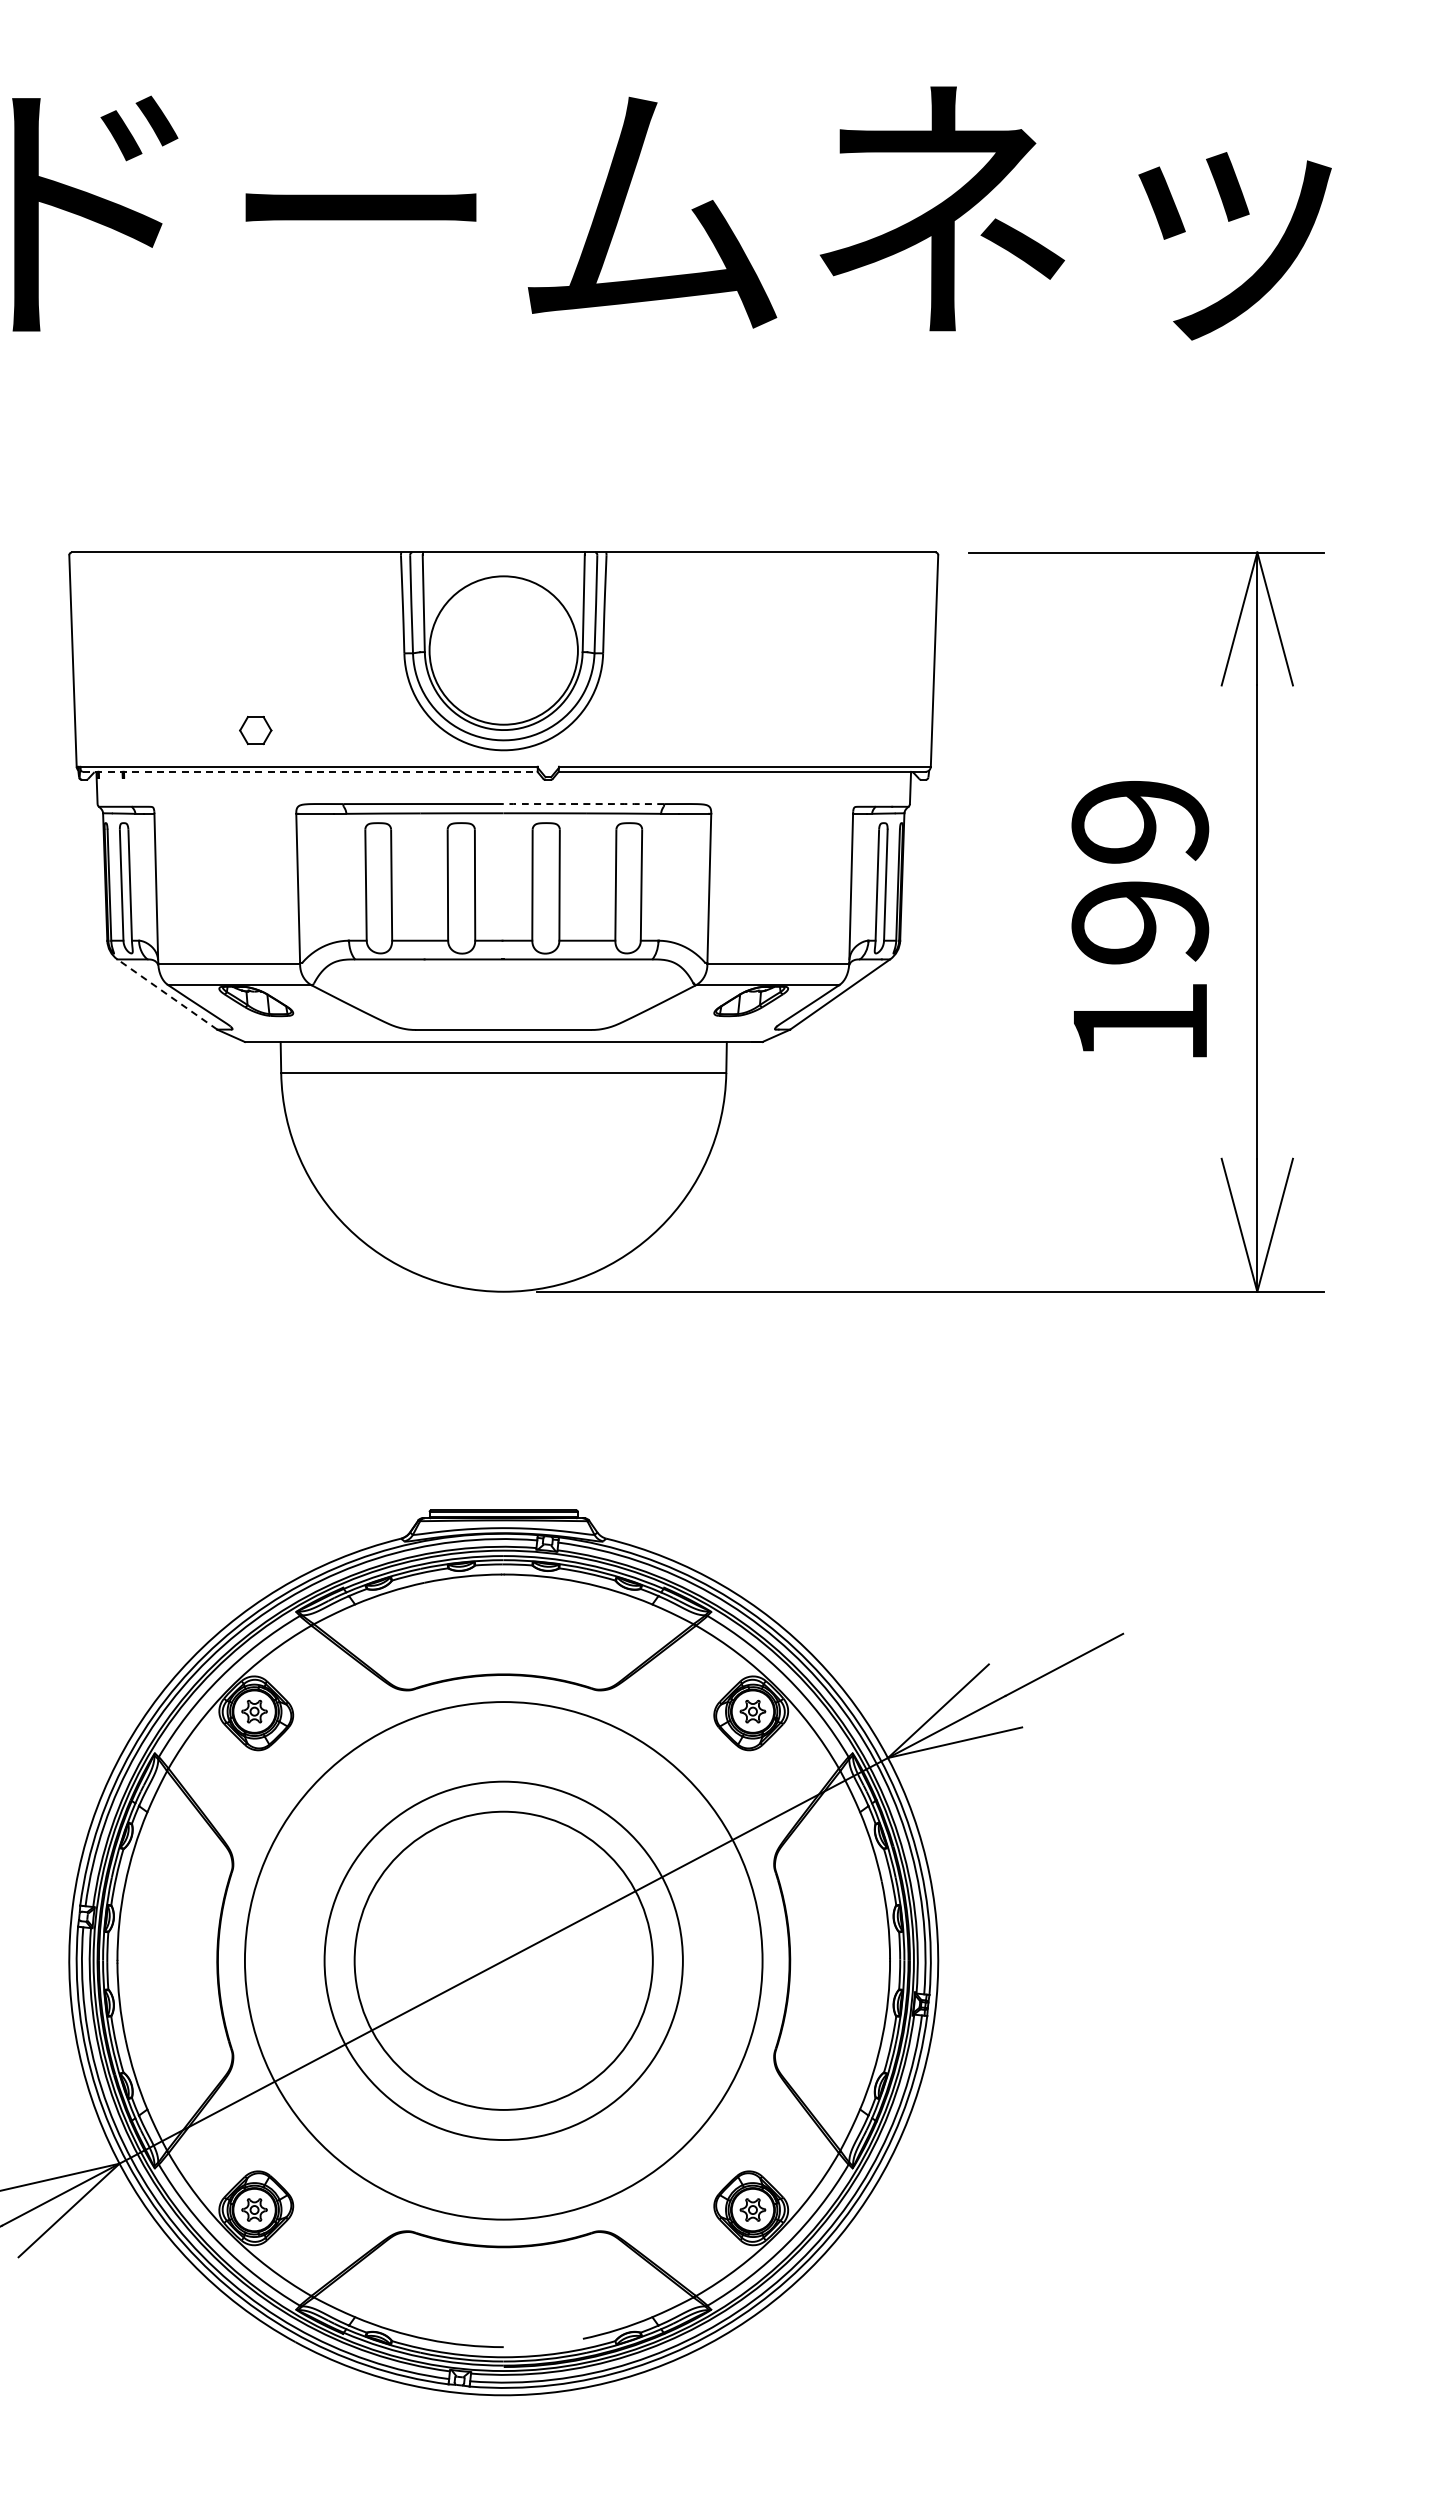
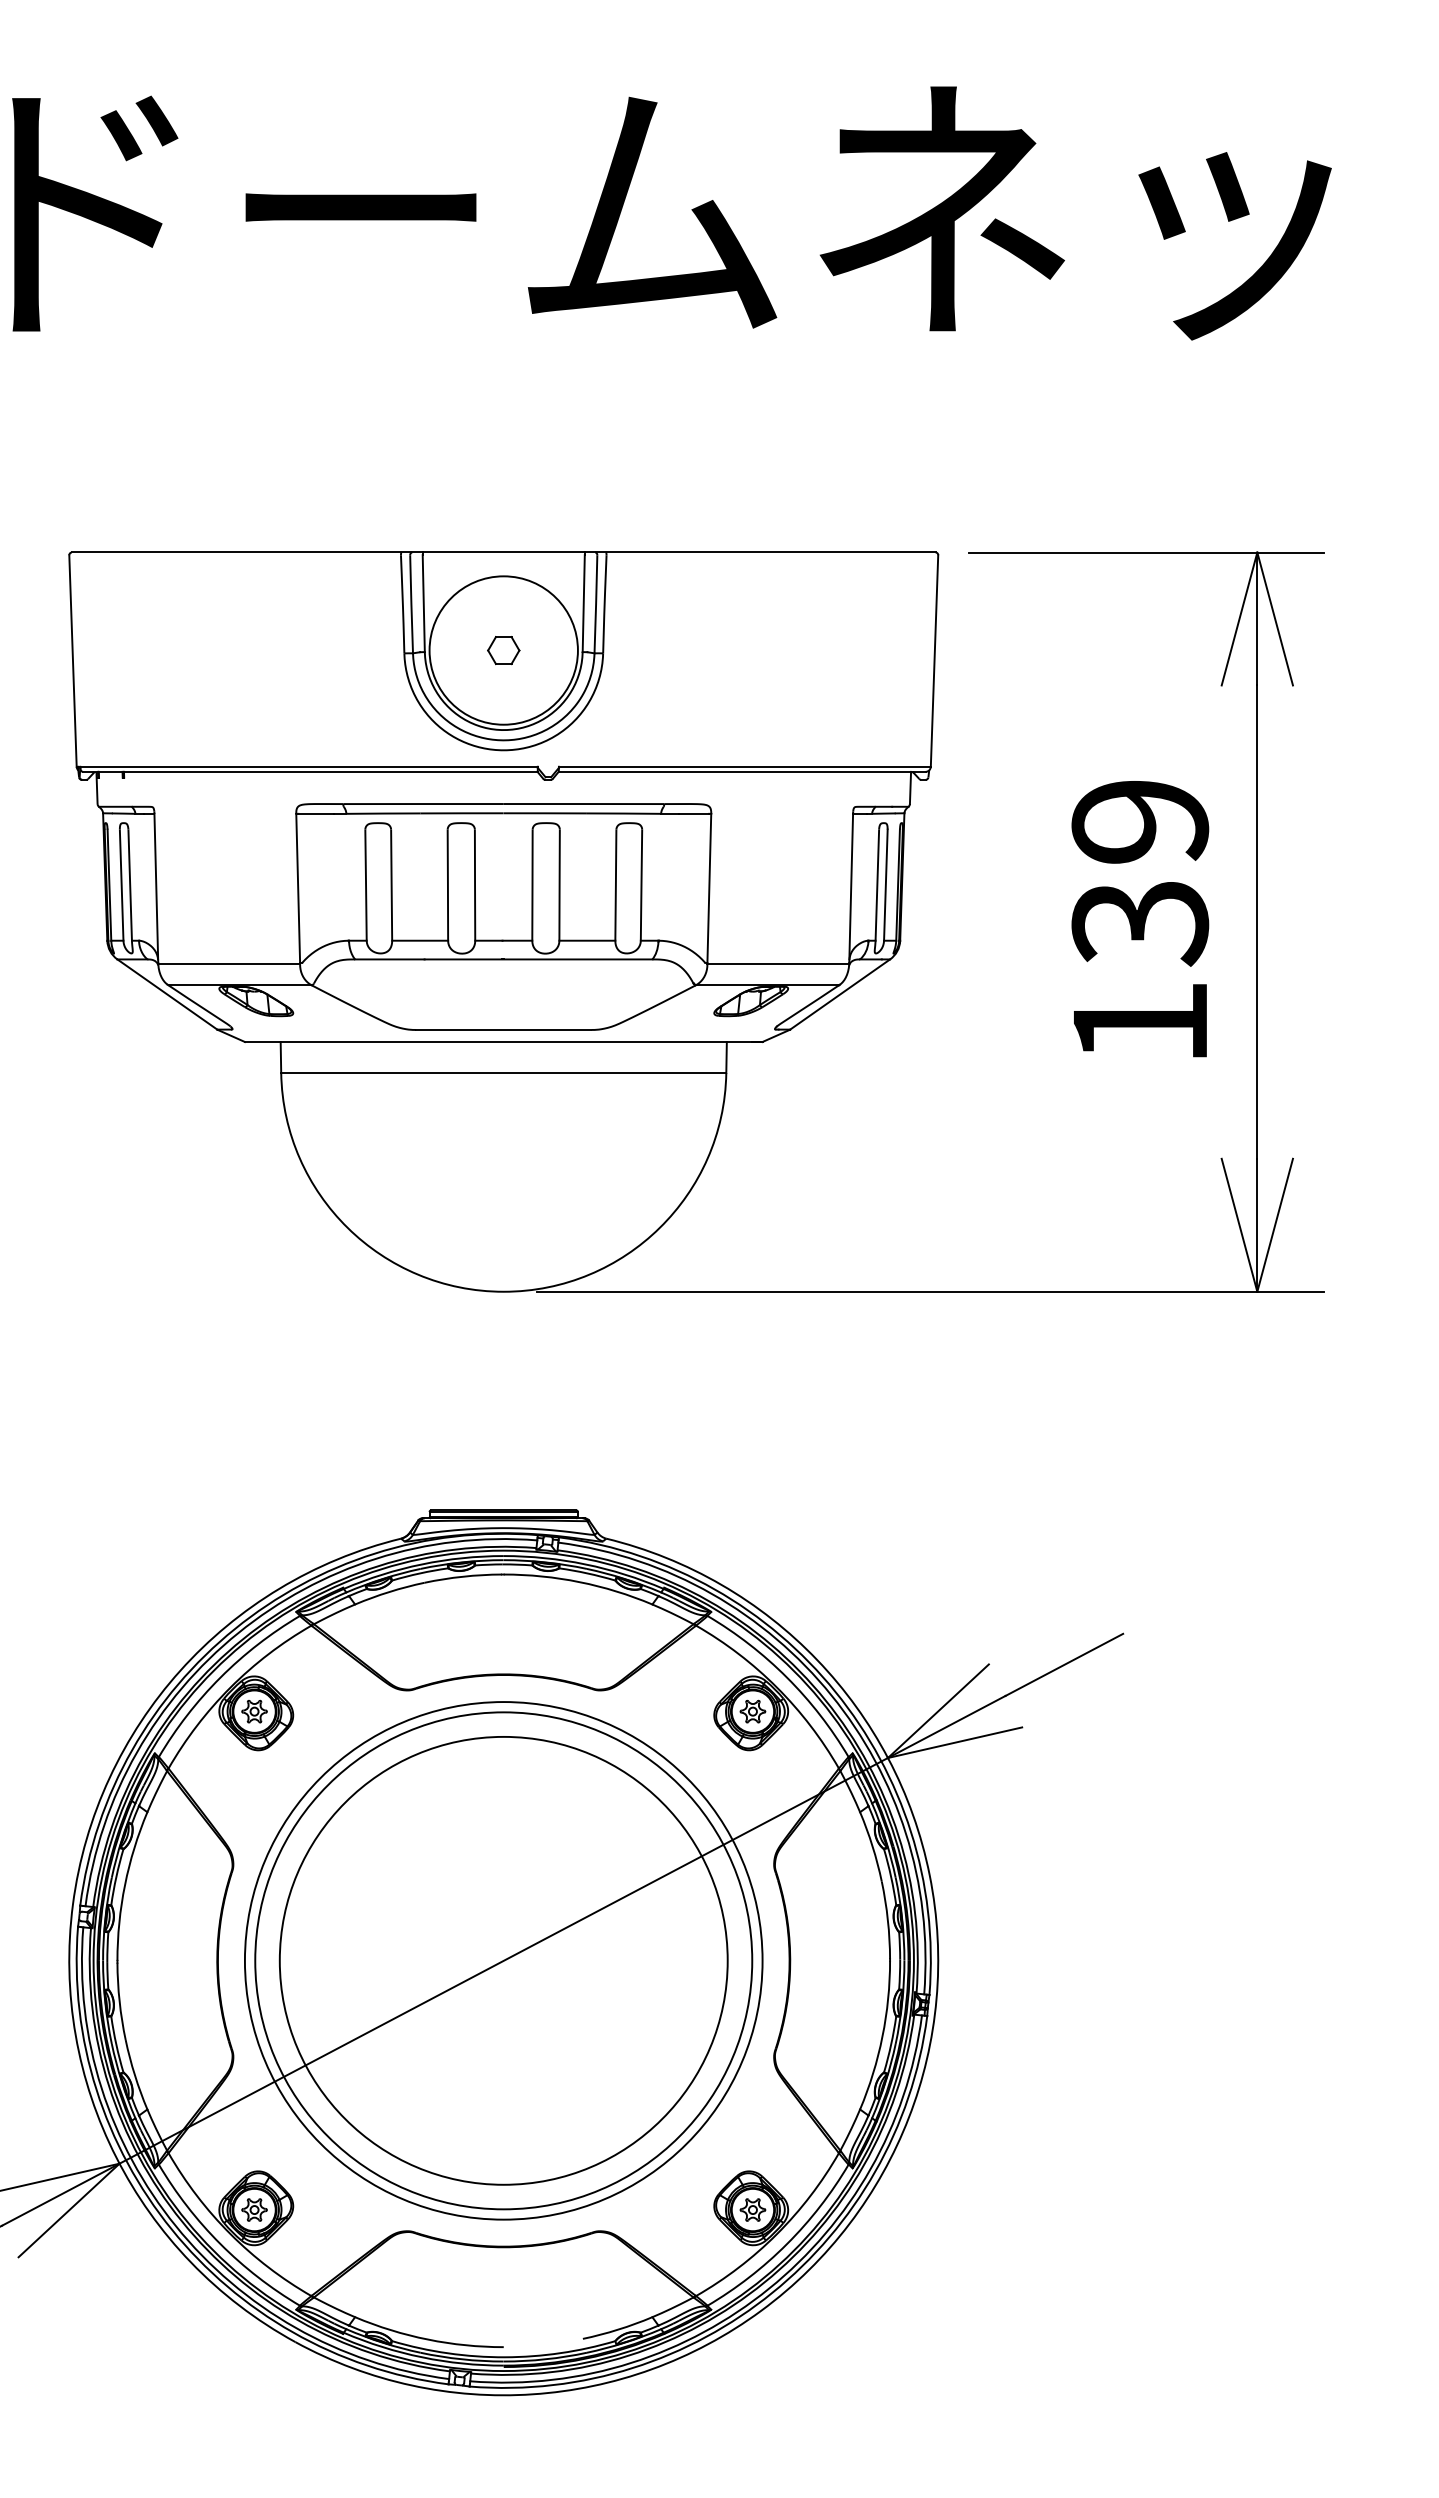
part at (255, 730) position: (255, 730) -> (503, 650)
line at (310, 771): dashed -> solid
arc at (584, 804): dashed -> solid
text at (1140, 923): 199 -> 139
line at (166, 994): dashed -> solid
circle at (503, 1960) diameter: 298 px -> 497 px
circle at (503, 1960) diameter: 358 px -> 448 px
